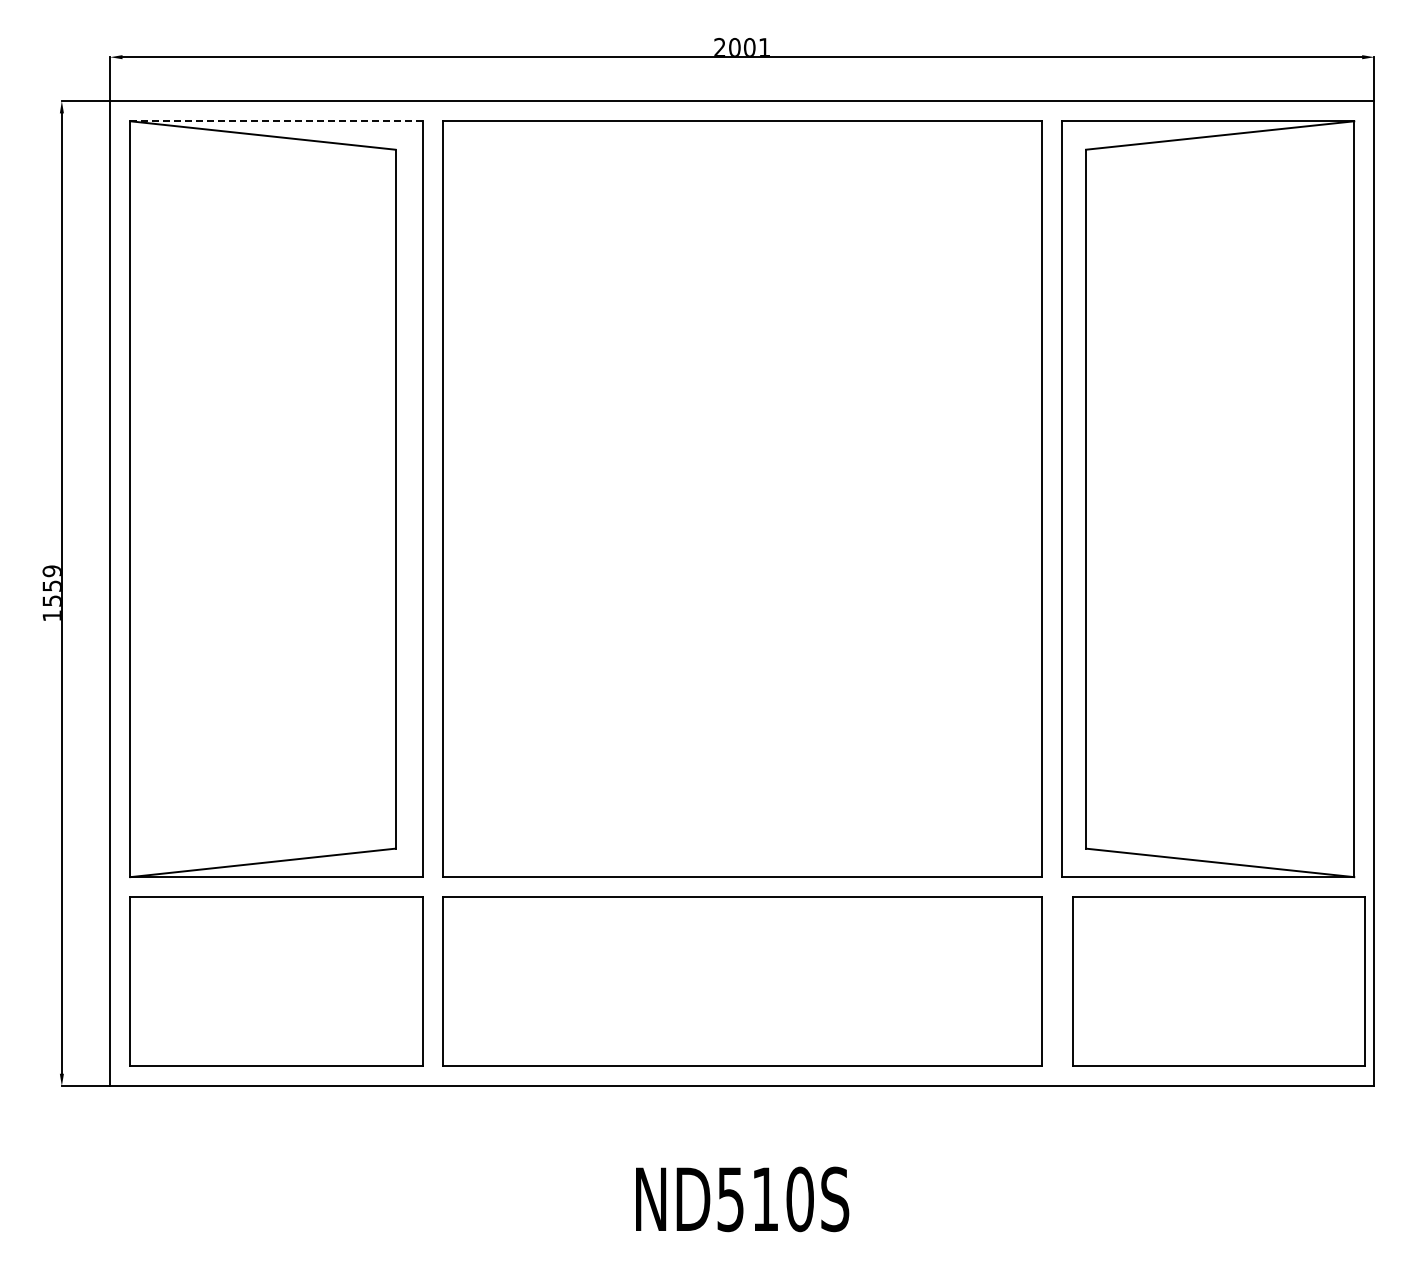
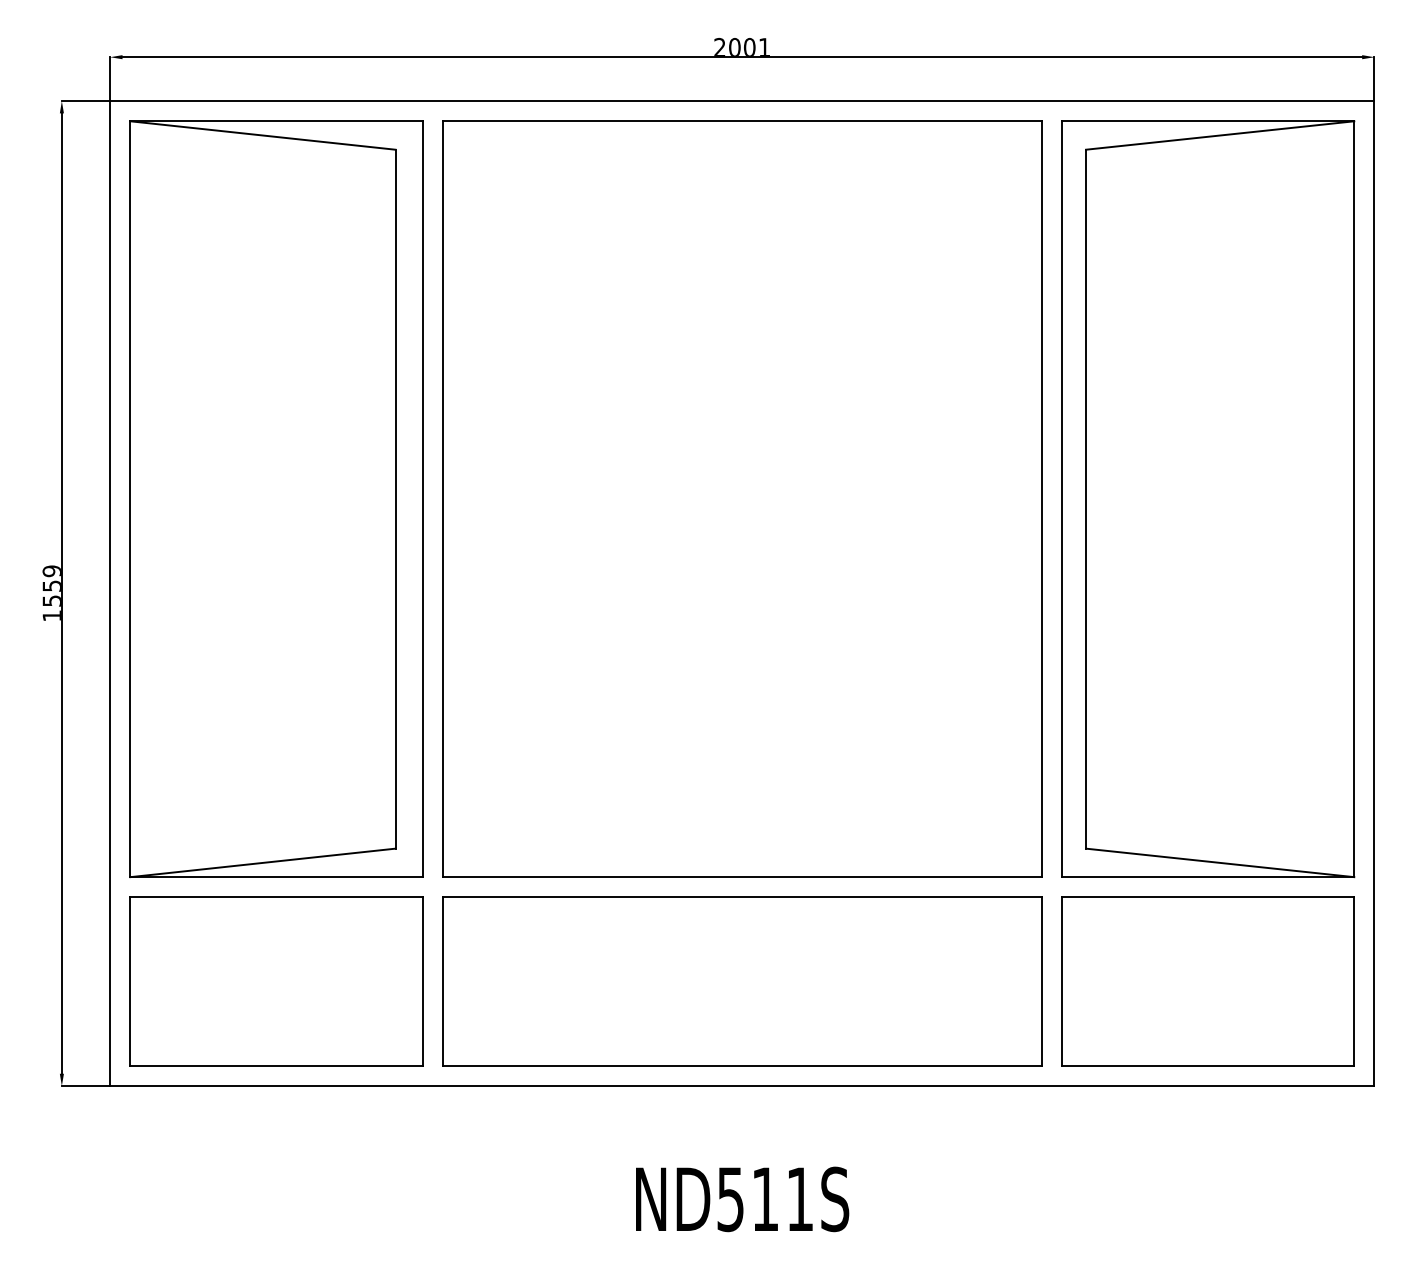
line at (277, 121): dashed -> solid
part at (1218, 981) position: (1218, 981) -> (1207, 981)
text at (799, 1199): ND510S -> ND511S
